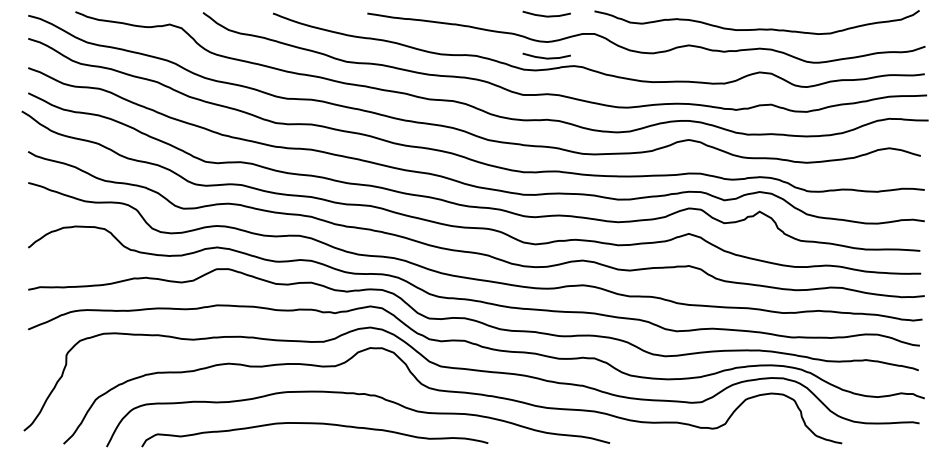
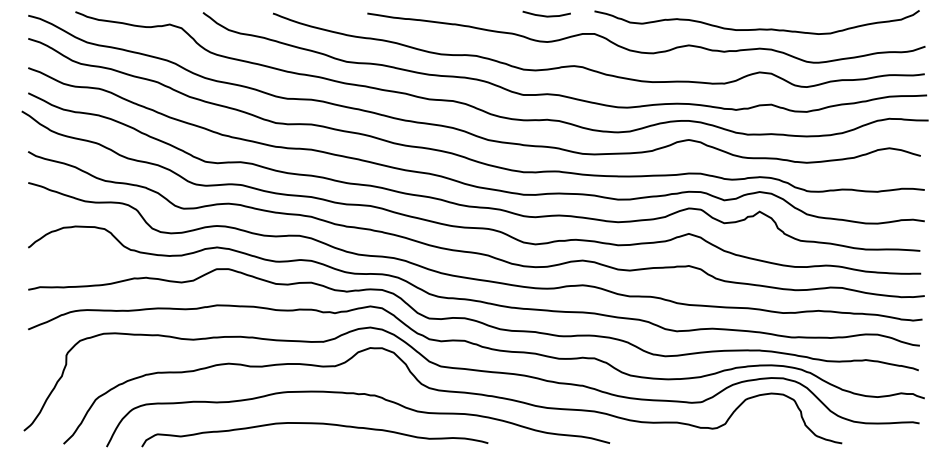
curve at (546, 57): present -> none
